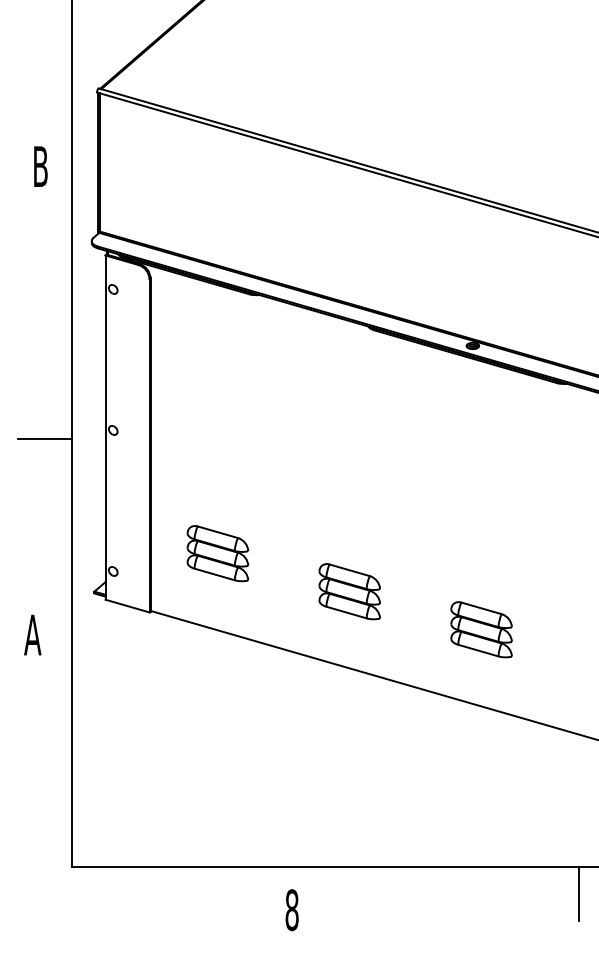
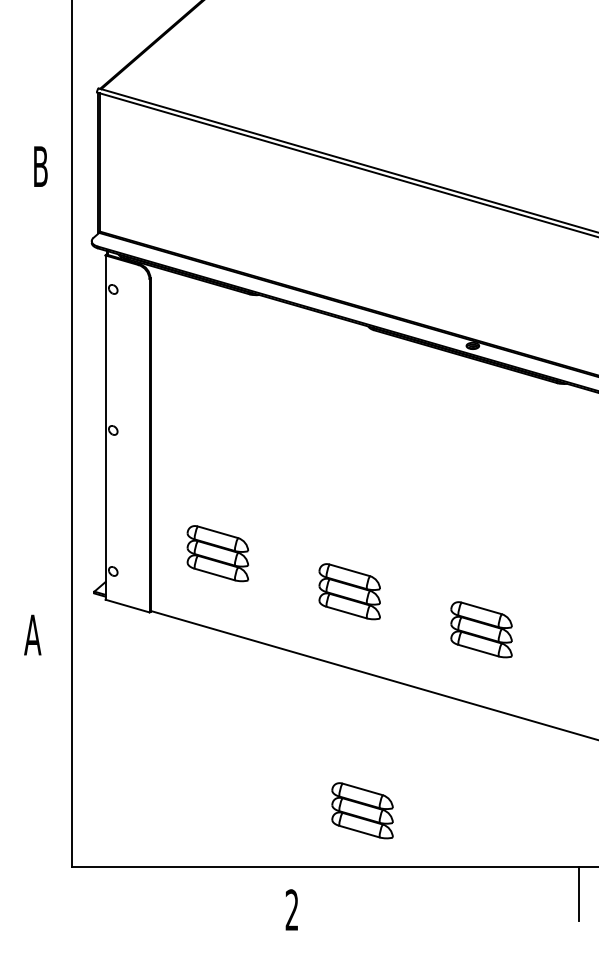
line at (44, 438): present -> none
part at (362, 810): none -> present
text at (291, 910): 8 -> 2
